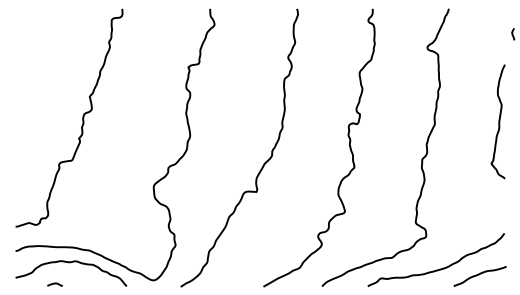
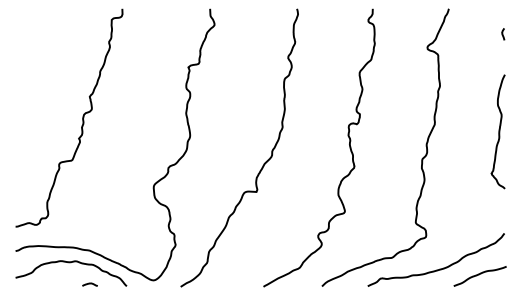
curve at (513, 34) position: (513, 34) -> (503, 34)
curve at (498, 121) position: (498, 121) -> (498, 131)
curve at (54, 284) position: (54, 284) -> (89, 284)
